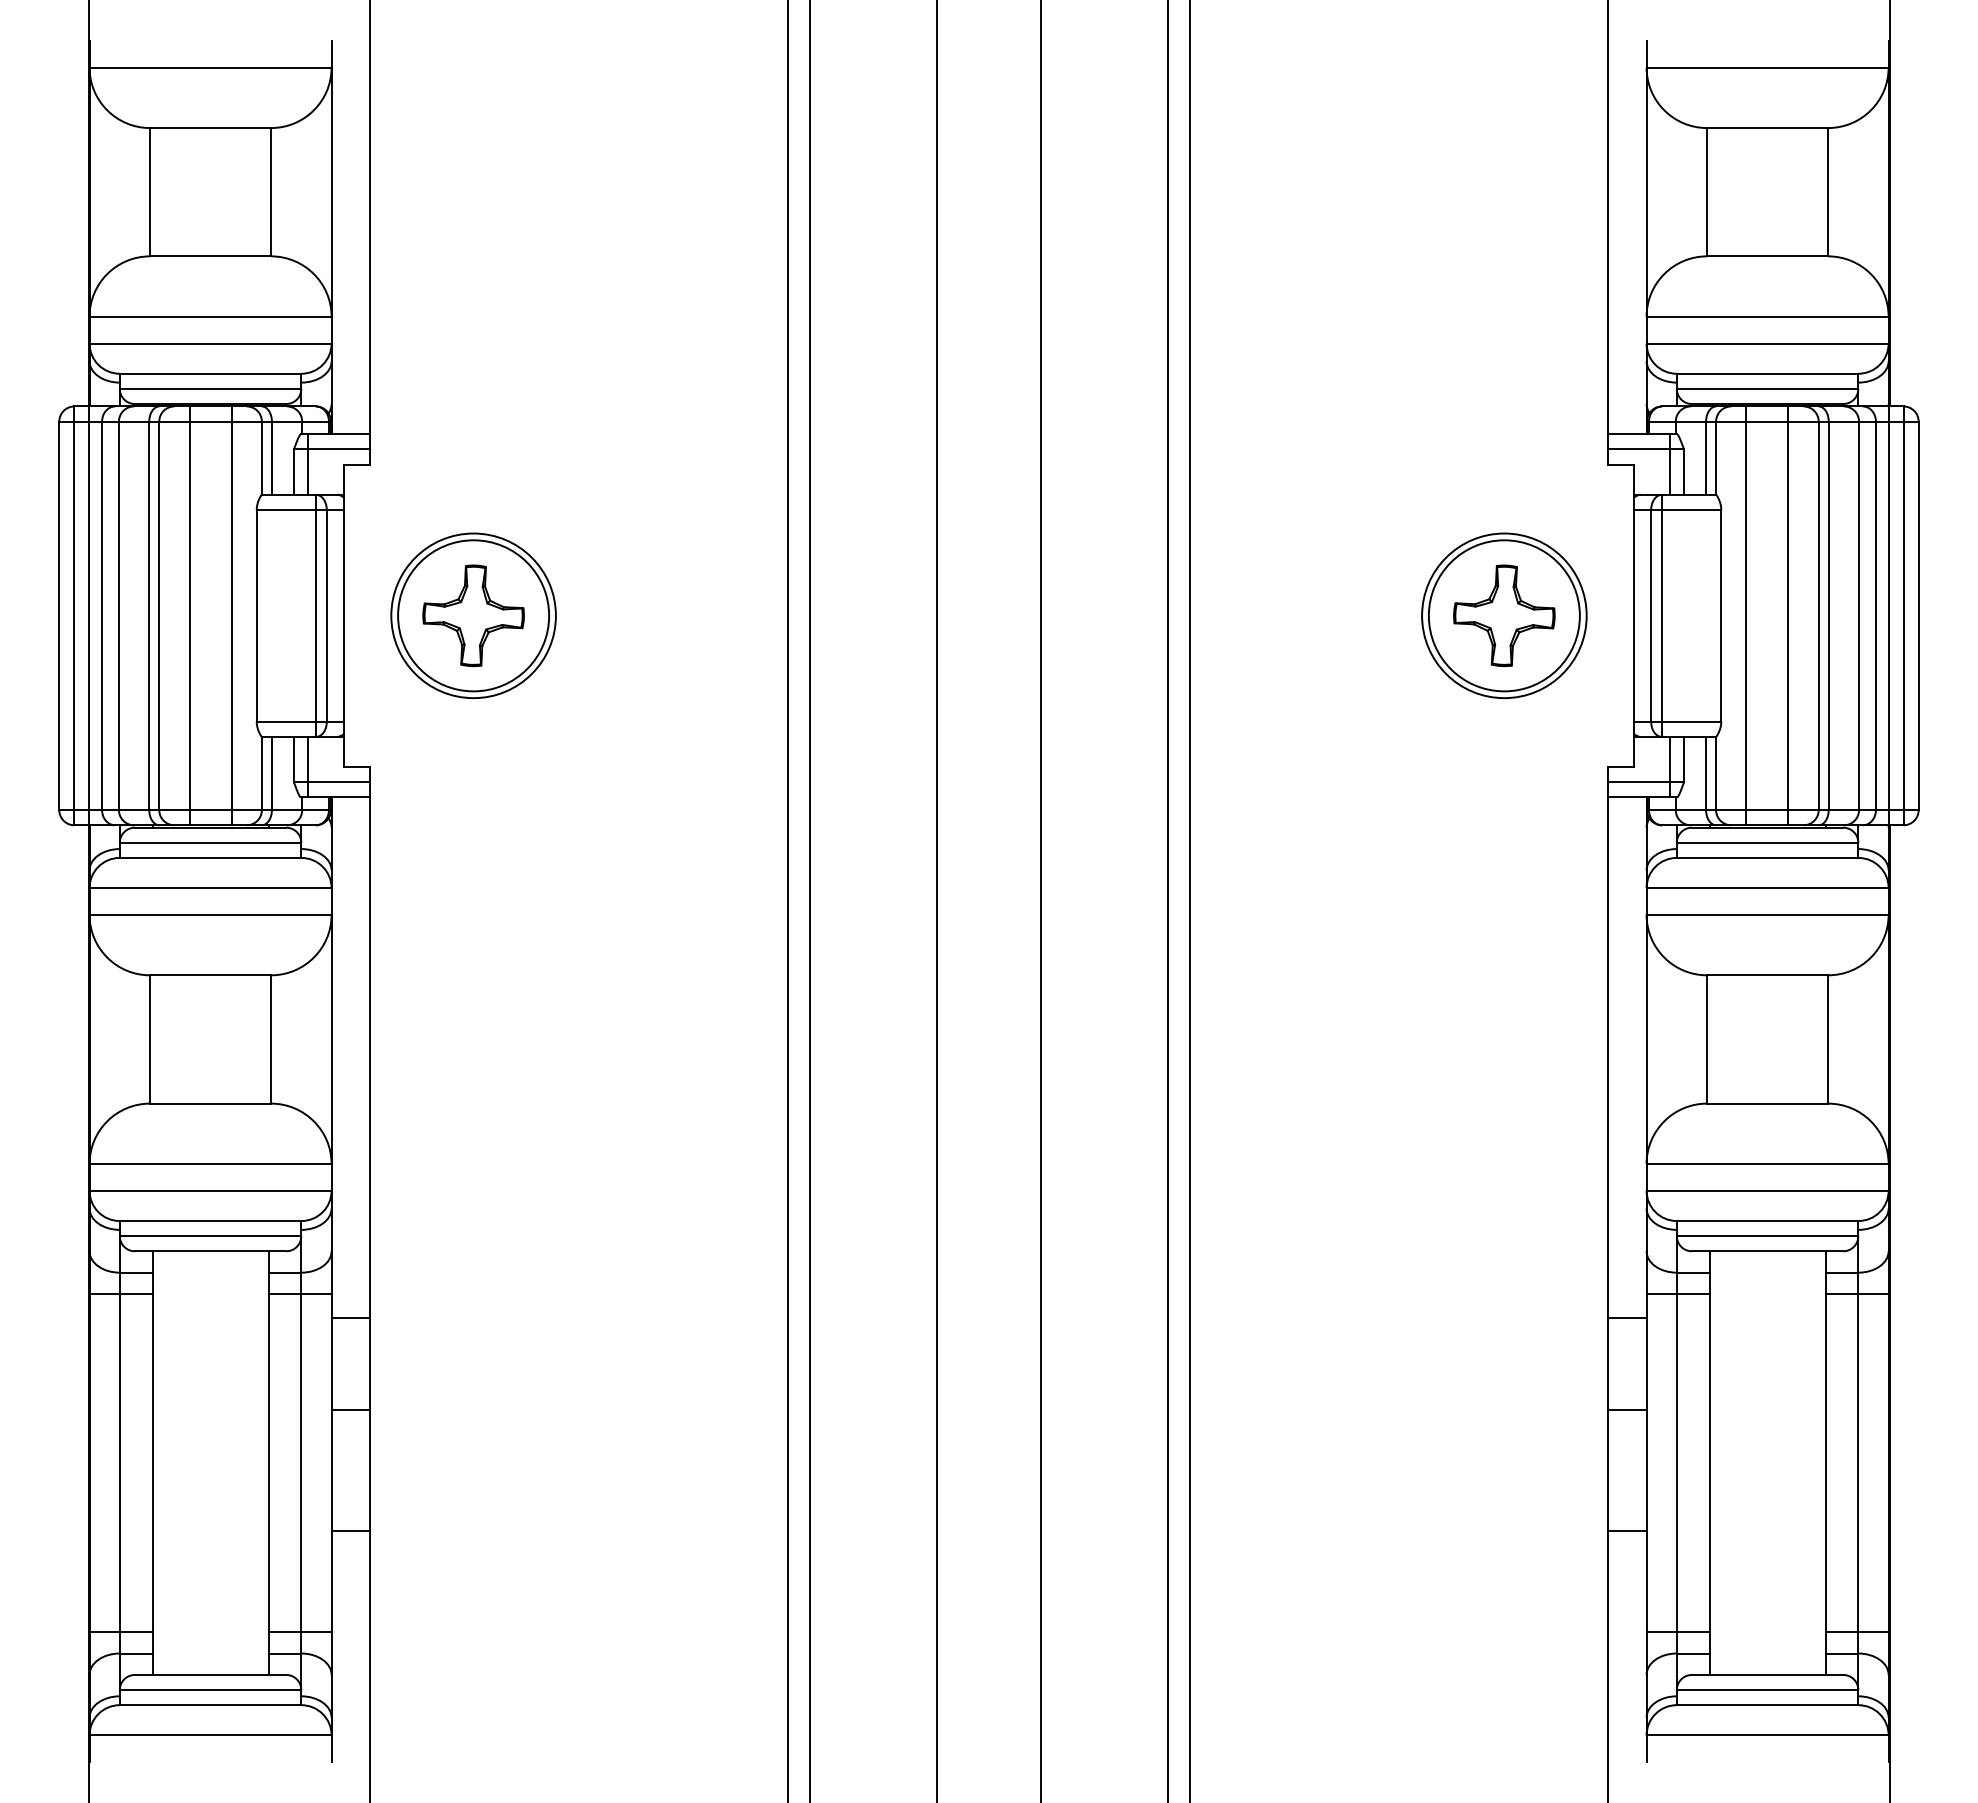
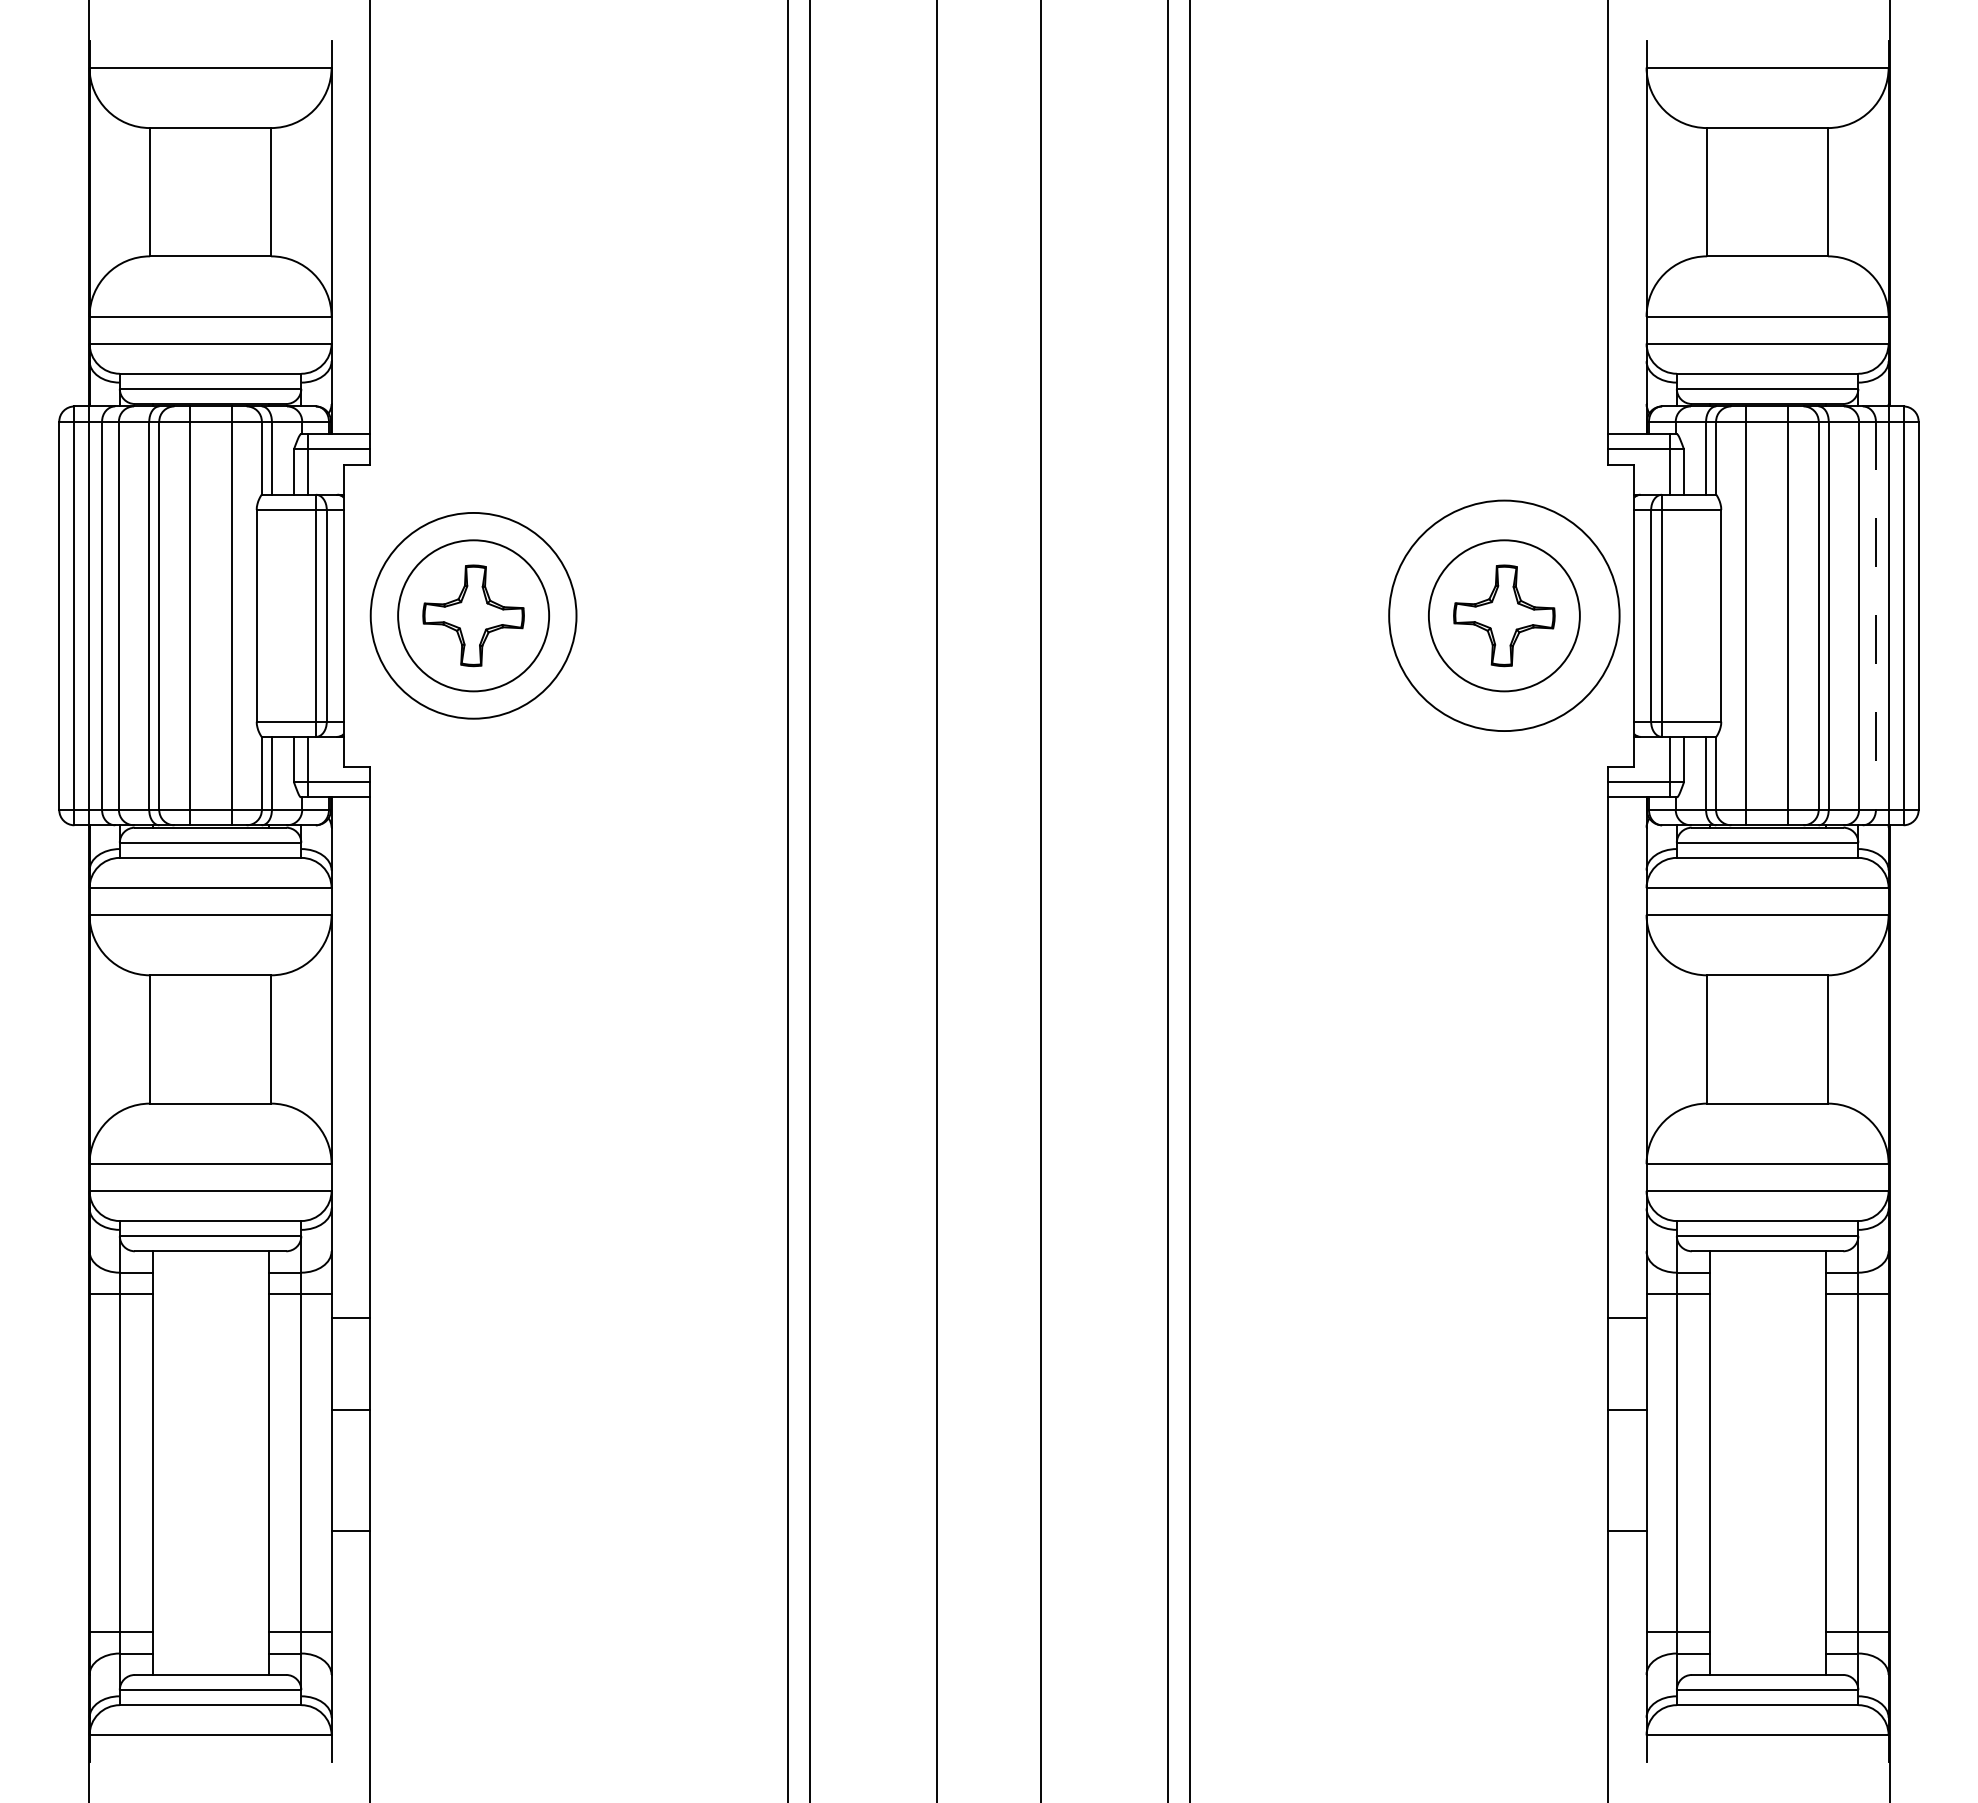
circle at (473, 615) diameter: 165 px -> 206 px
circle at (1504, 615) diameter: 165 px -> 230 px
line at (1875, 616): solid -> dashed
